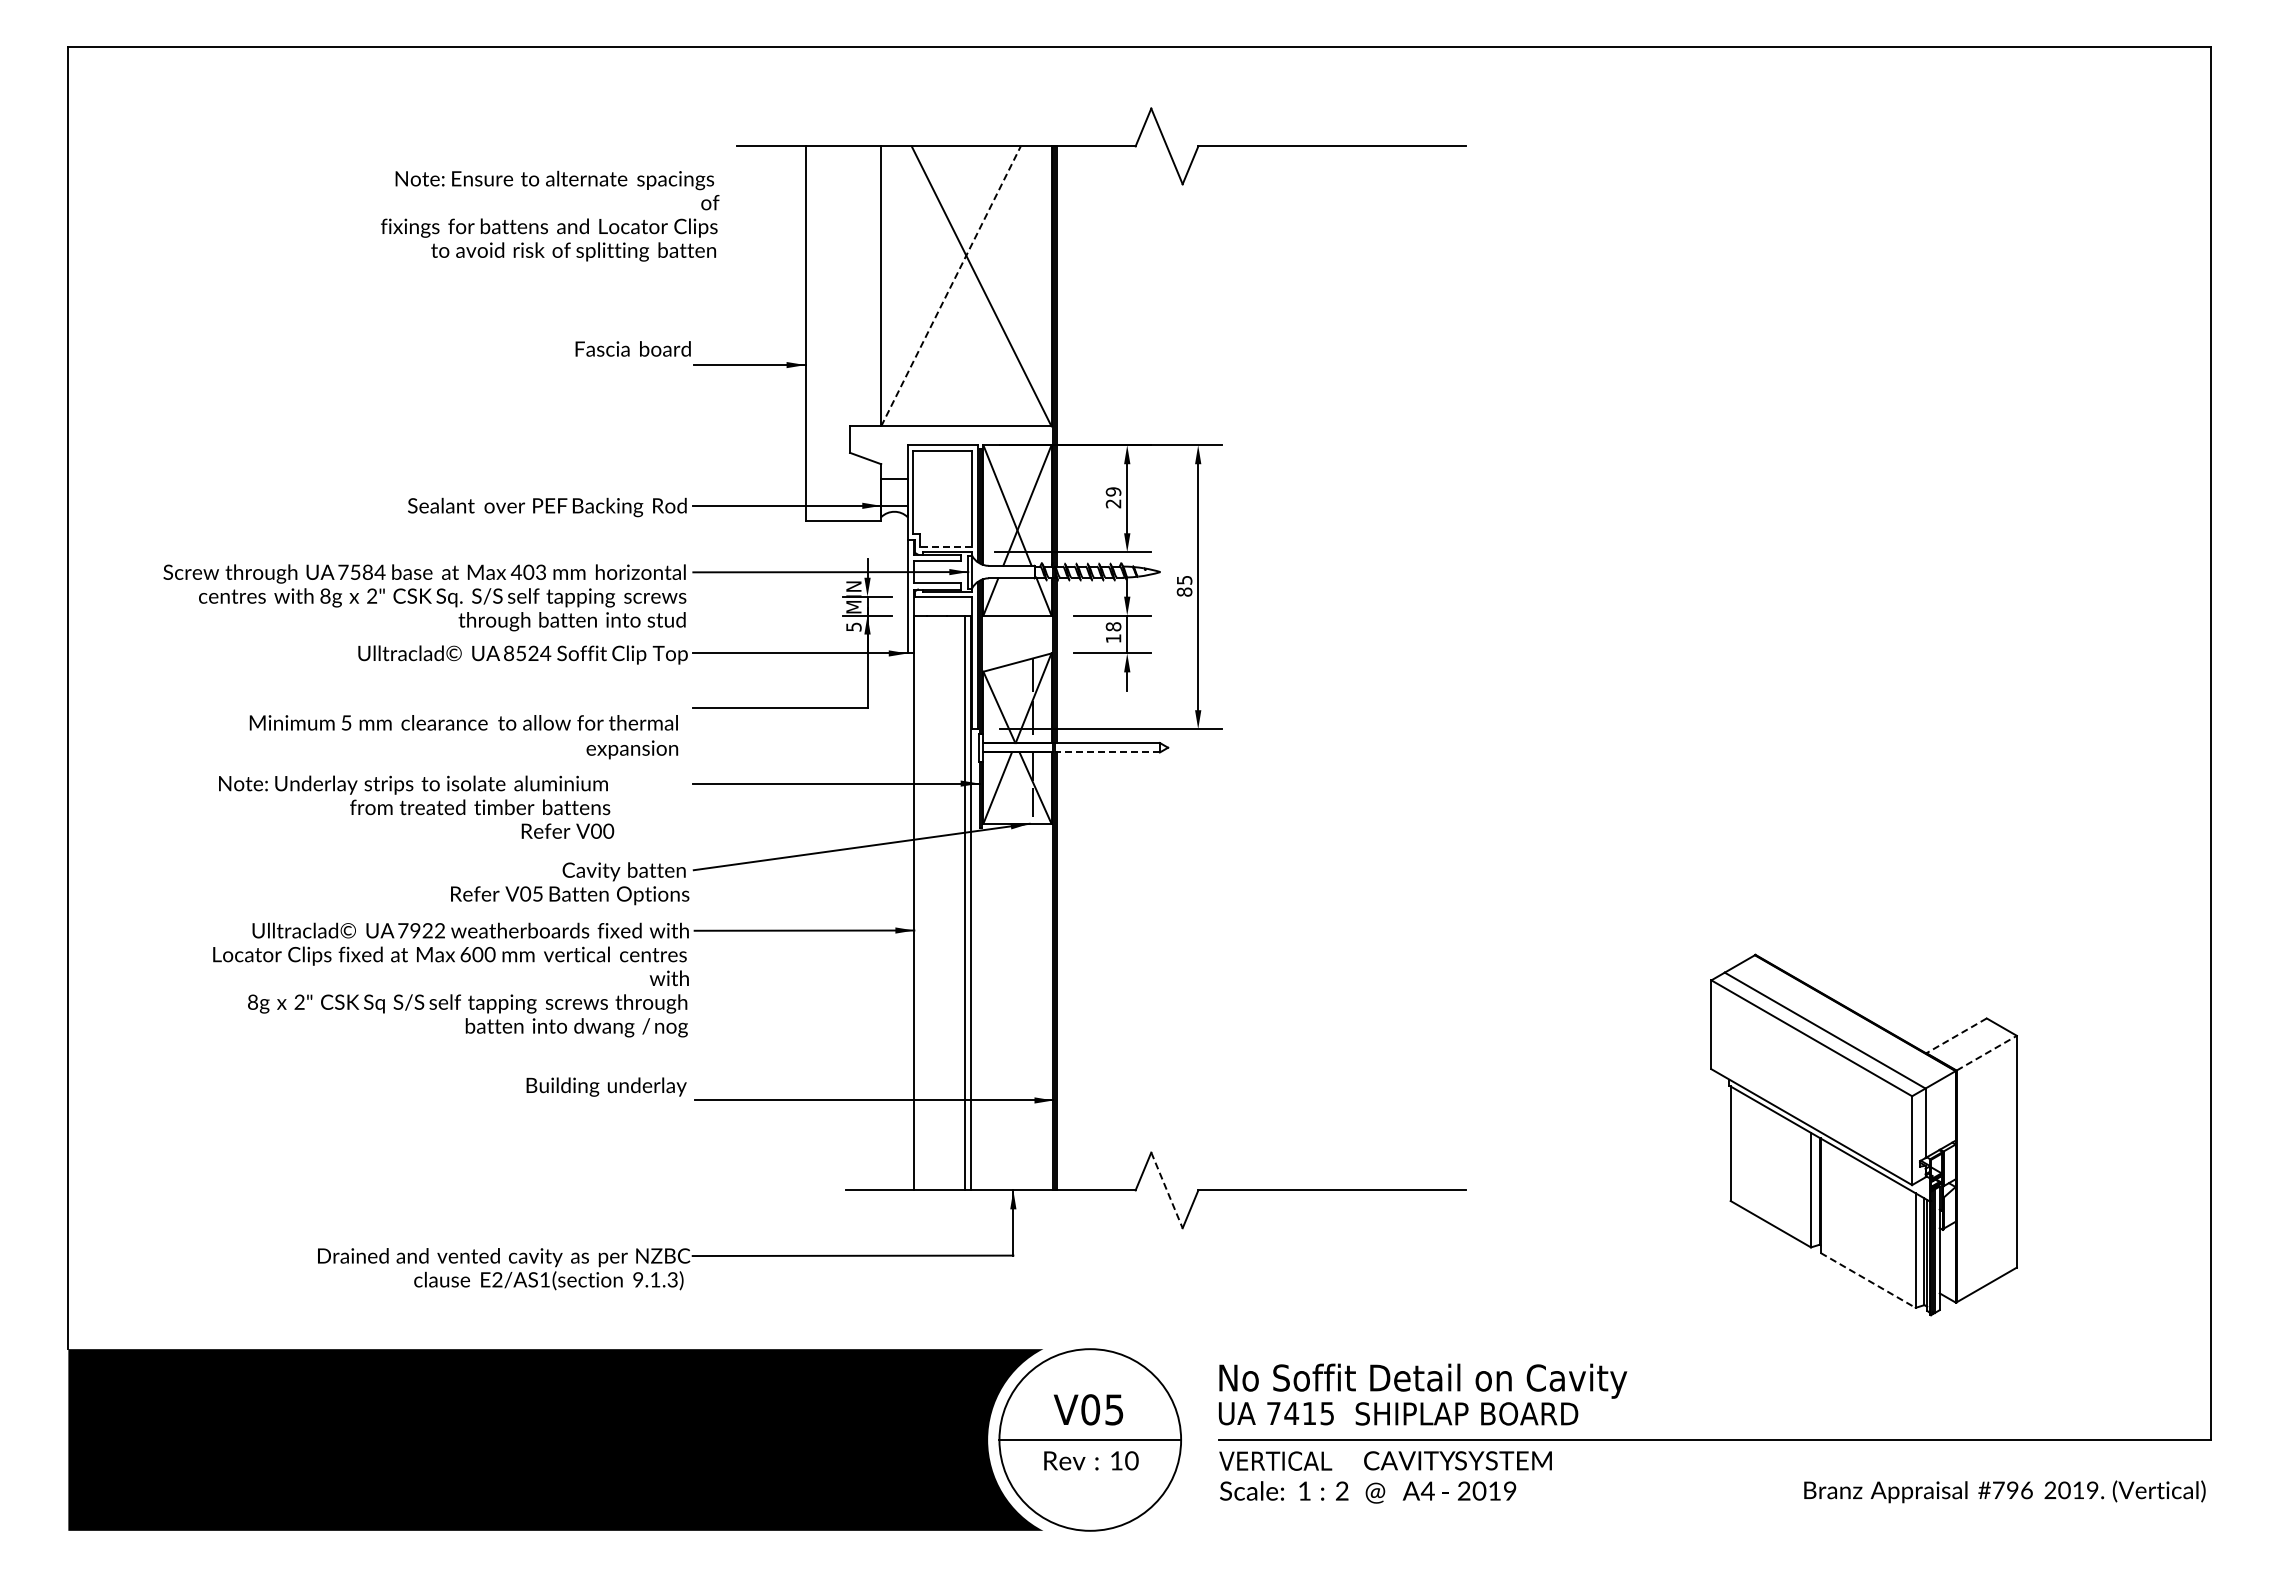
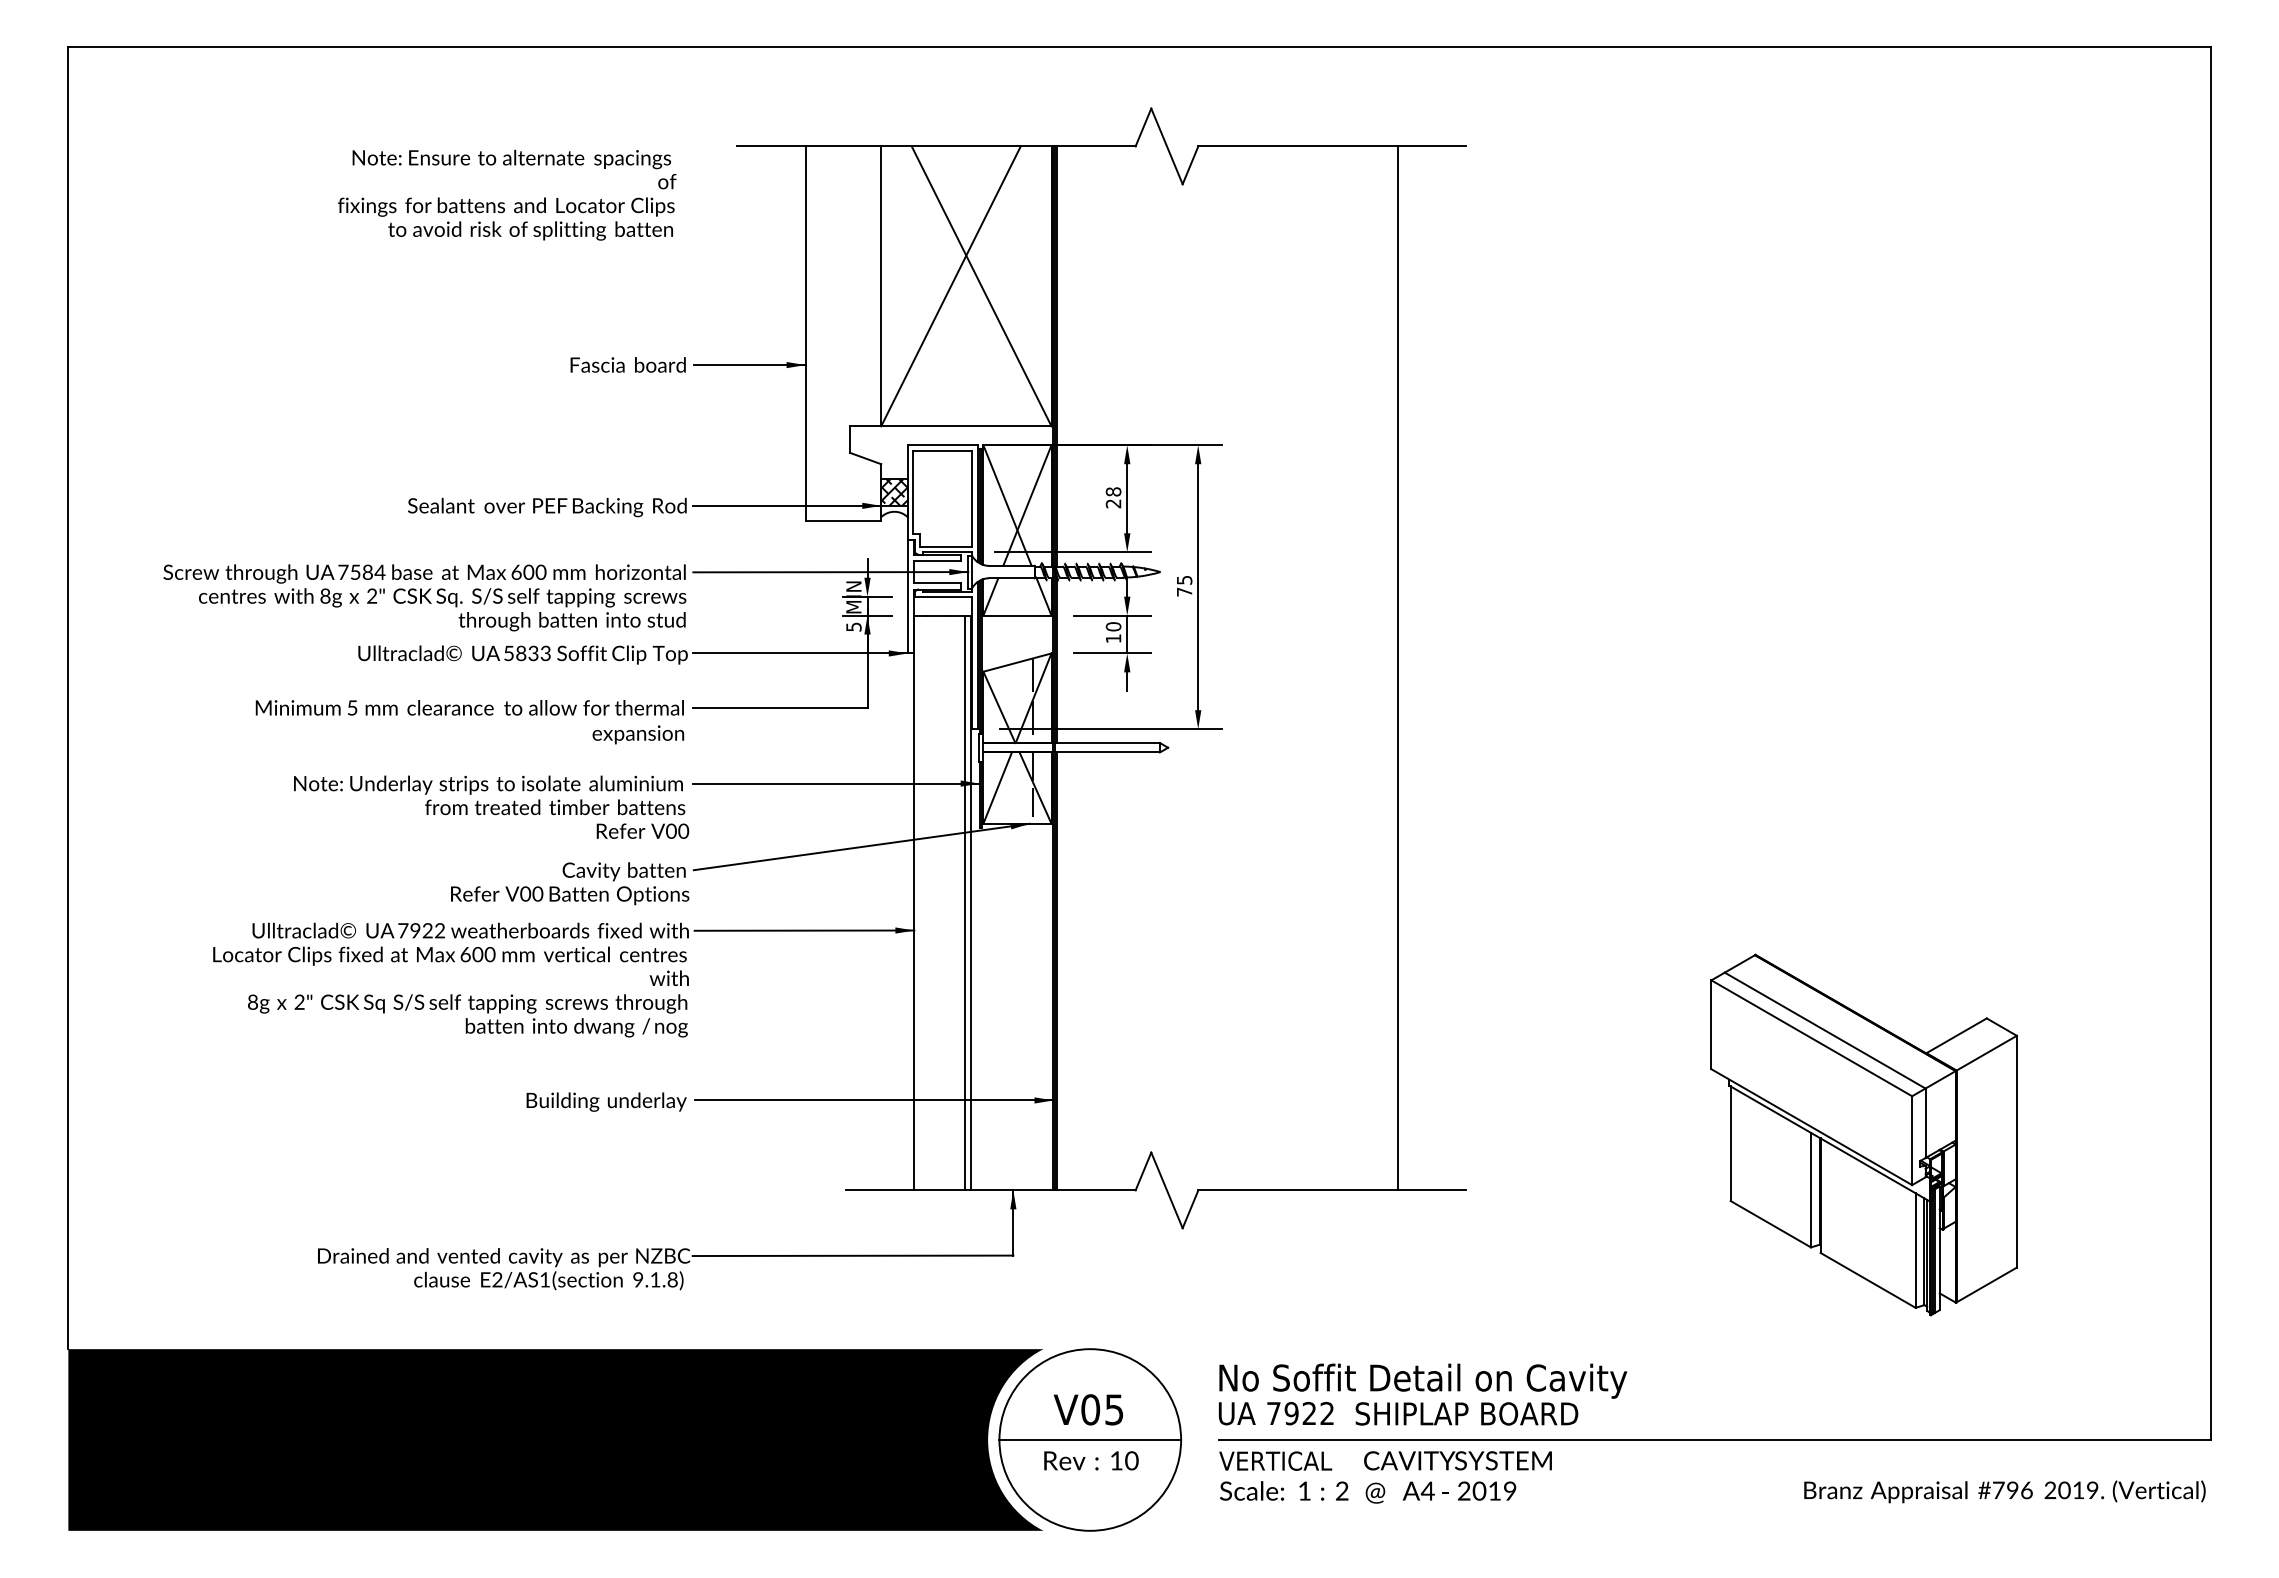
text at (550, 215) position: (550, 215) -> (507, 194)
line at (951, 285): dashed -> solid
text at (632, 348) position: (632, 348) -> (627, 364)
text at (1113, 491): 29 -> 28
hatch at (894, 492): none -> present
line at (946, 546): dashed -> solid
text at (528, 572): 403 -> 600
text at (1184, 591): 85 -> 75
text at (1113, 626): 18 -> 10
text at (527, 653): 8524 -> 5833
line at (1397, 668): none -> present
text at (463, 737) position: (463, 737) -> (469, 722)
line at (1107, 752): dashed -> solid
text at (416, 806) position: (416, 806) -> (491, 806)
text at (537, 893): V05 -> V00
line at (1956, 1035): dashed -> solid
line at (1986, 1053): dashed -> solid
text at (606, 1086) position: (606, 1086) -> (606, 1101)
line at (1166, 1190): dashed -> solid
text at (672, 1279): 9.1.3) -> 9.1.8)
line at (1868, 1280): dashed -> solid
text at (1308, 1413): 7415 -> 7922
